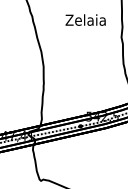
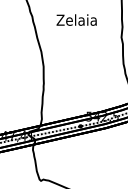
text at (85, 19) position: (85, 19) -> (76, 19)
